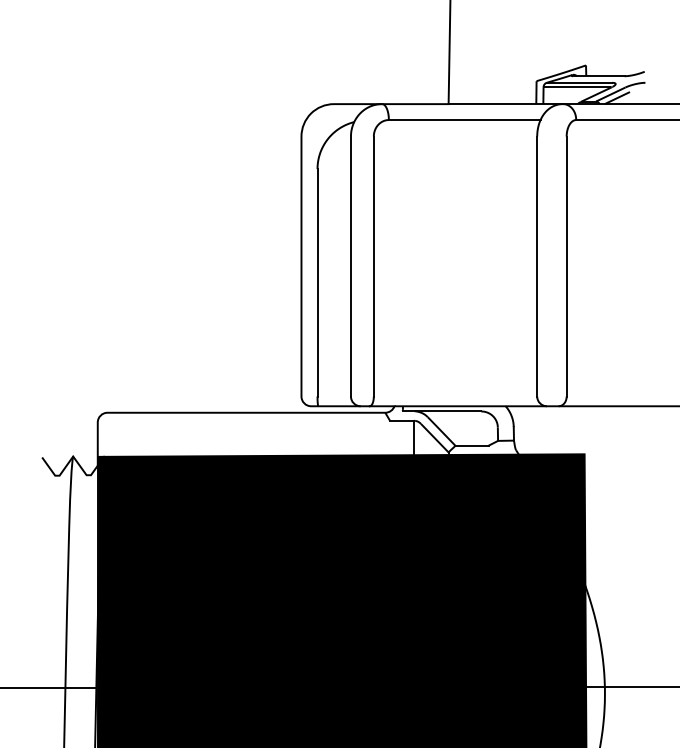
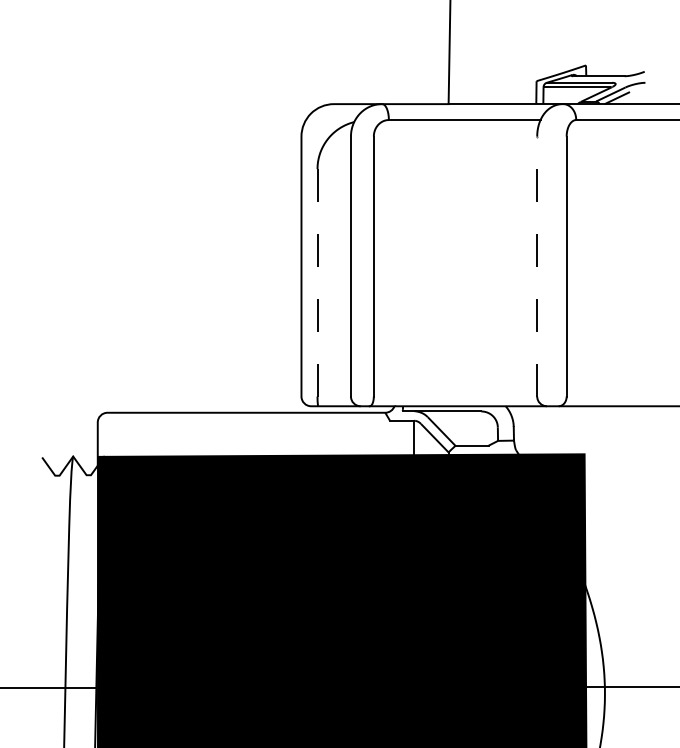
line at (537, 266): solid -> dashed
line at (317, 282): solid -> dashed
